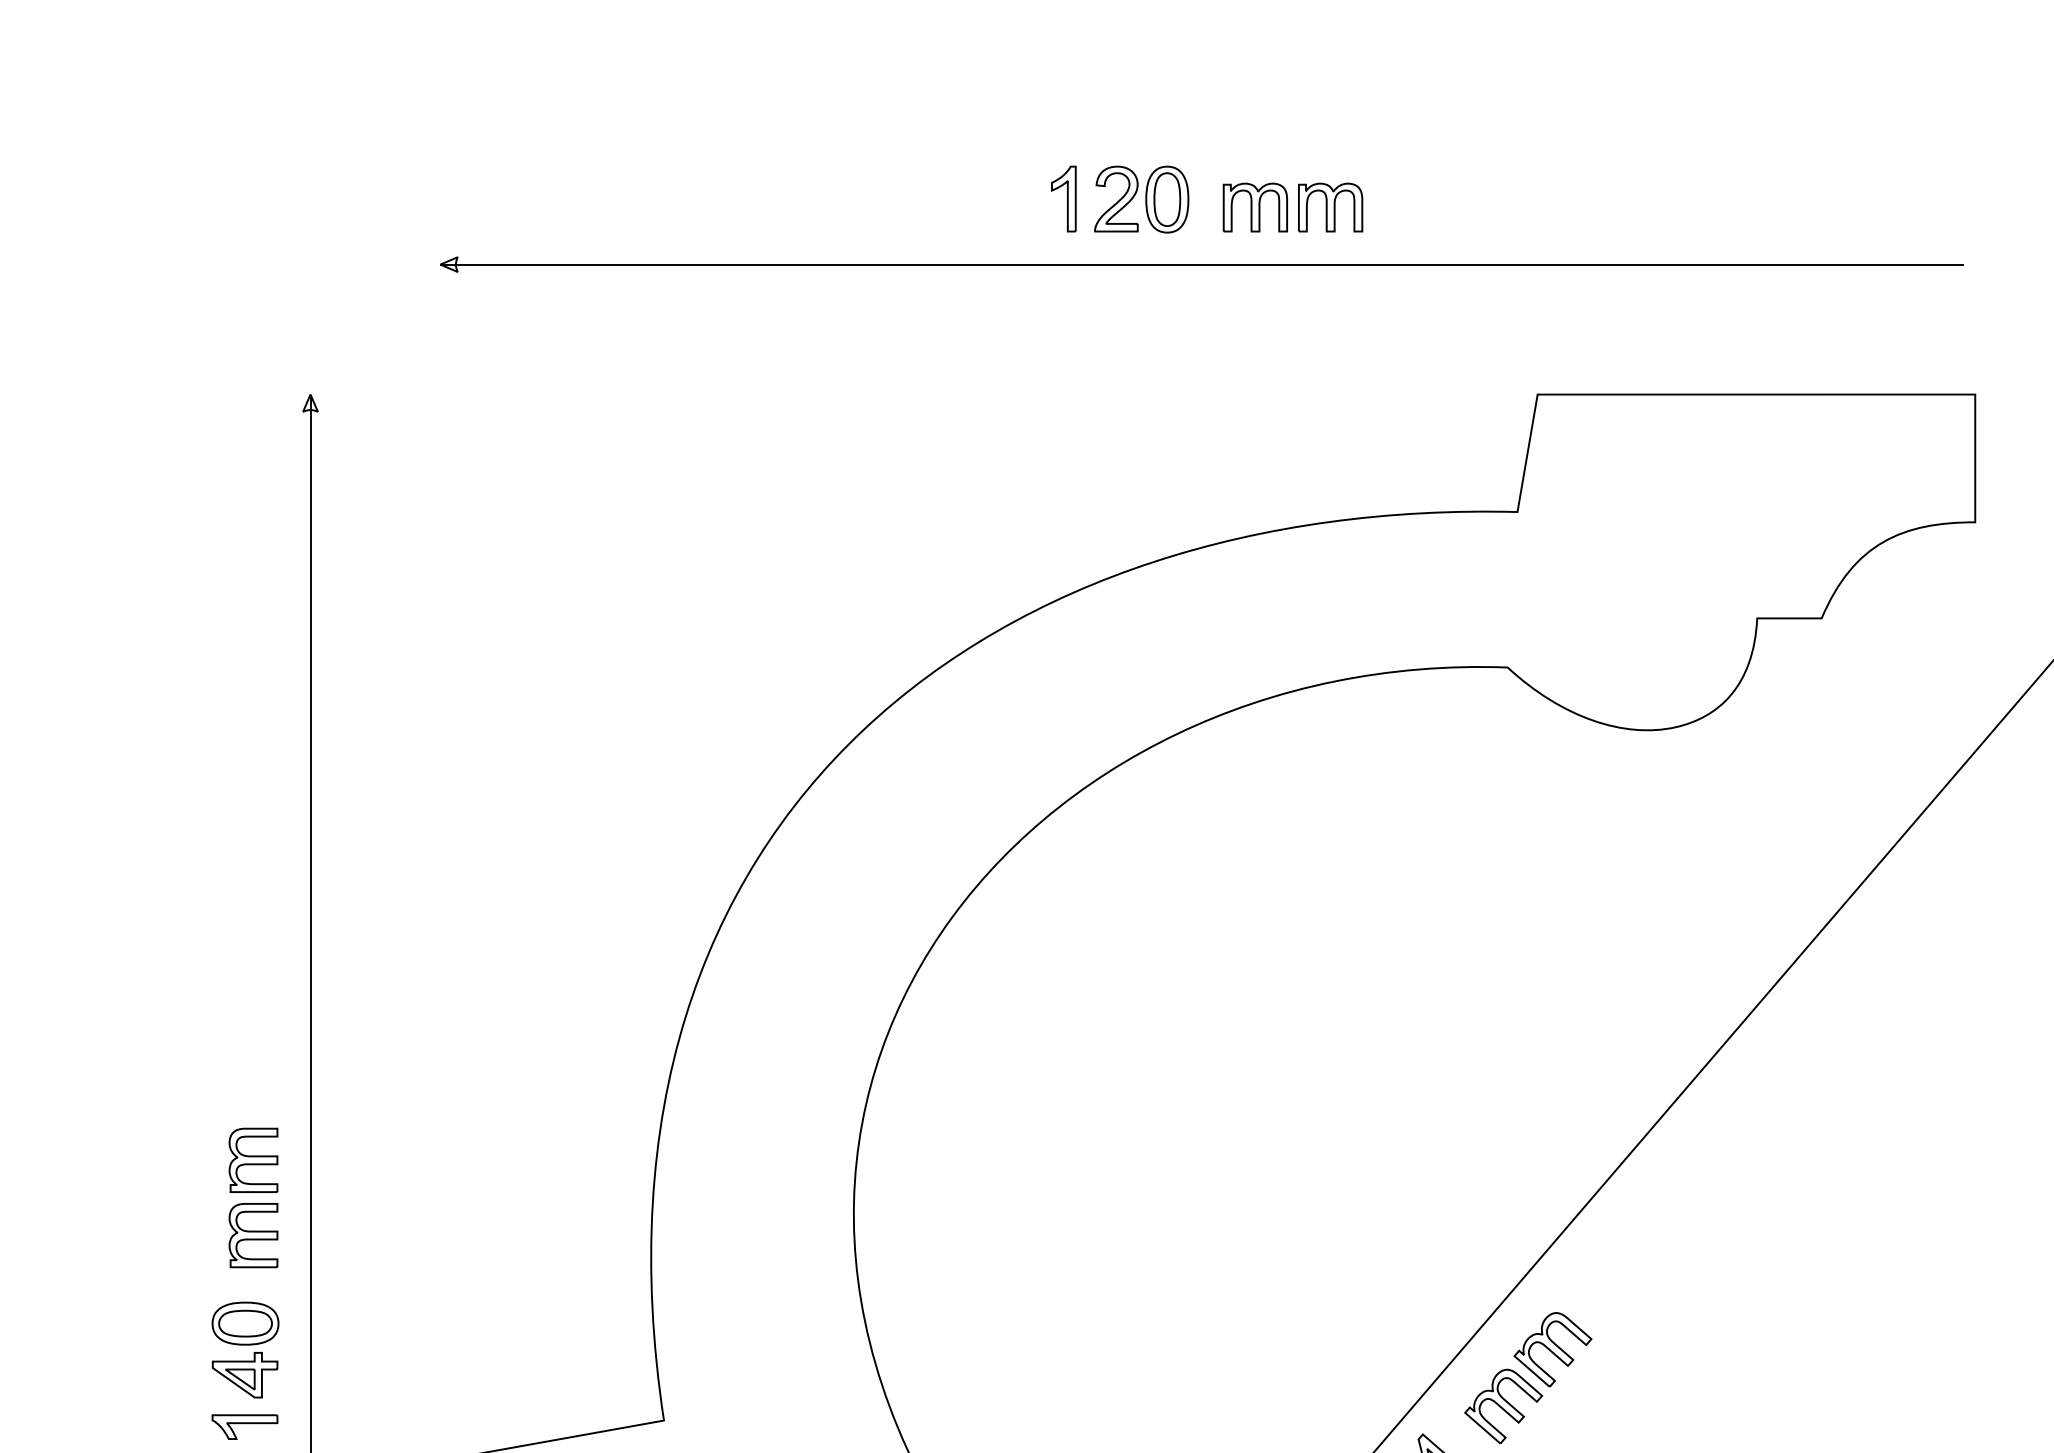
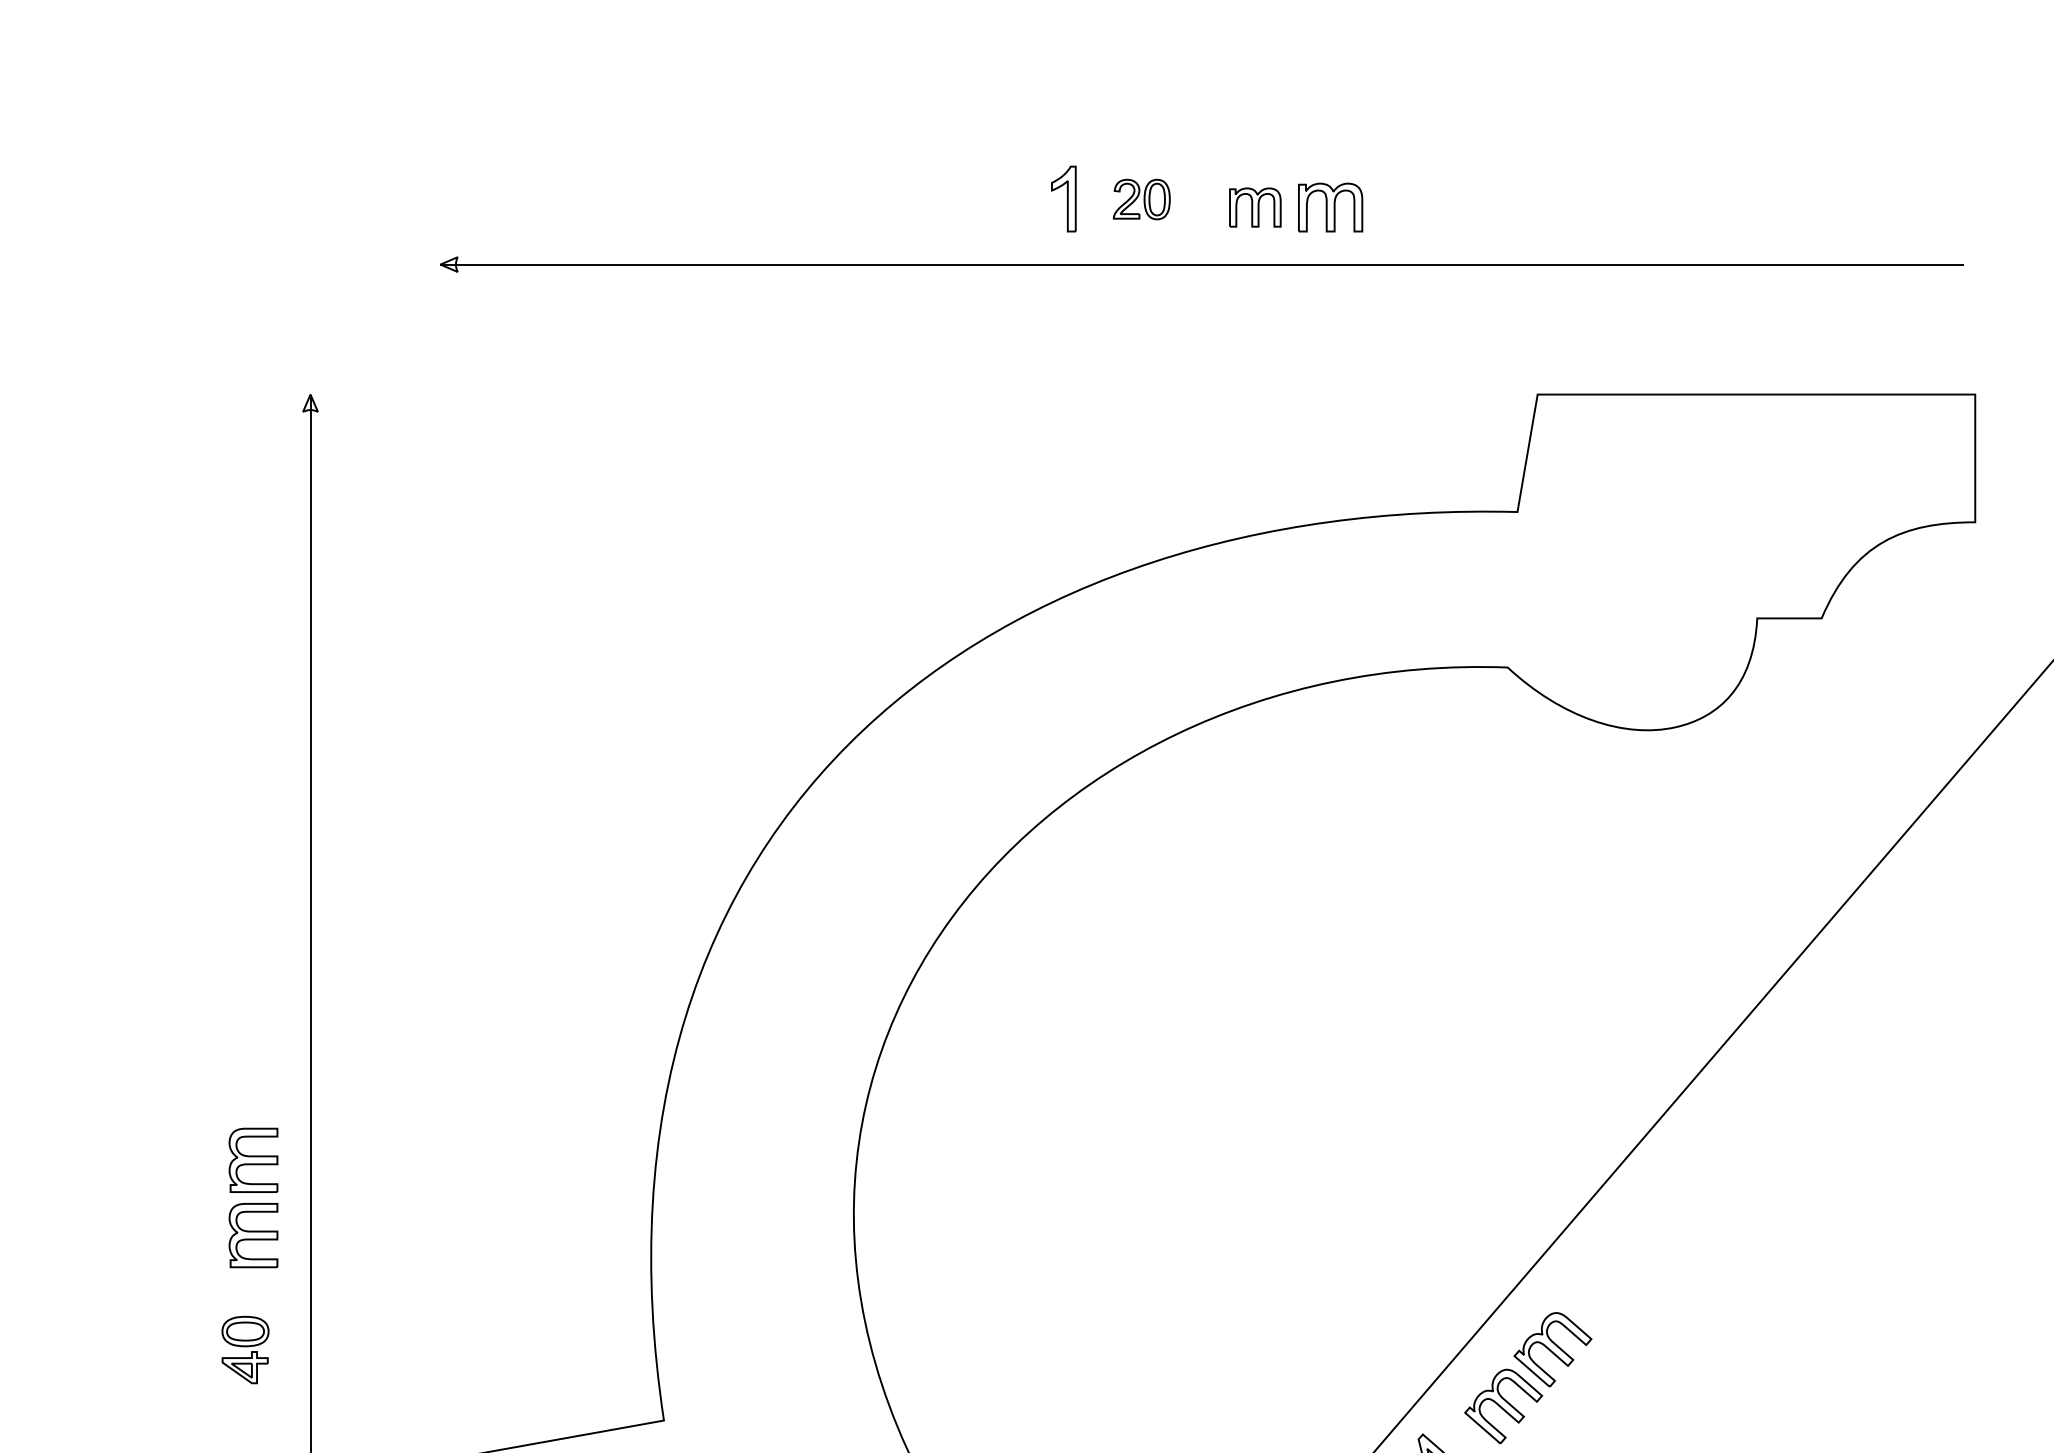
part at (1141, 199) size: 96x69 px -> 58x43 px
part at (1254, 207) size: 66x51 px -> 53x41 px
part at (245, 1349) size: 69x98 px -> 49x70 px
part at (244, 1426): present -> none
